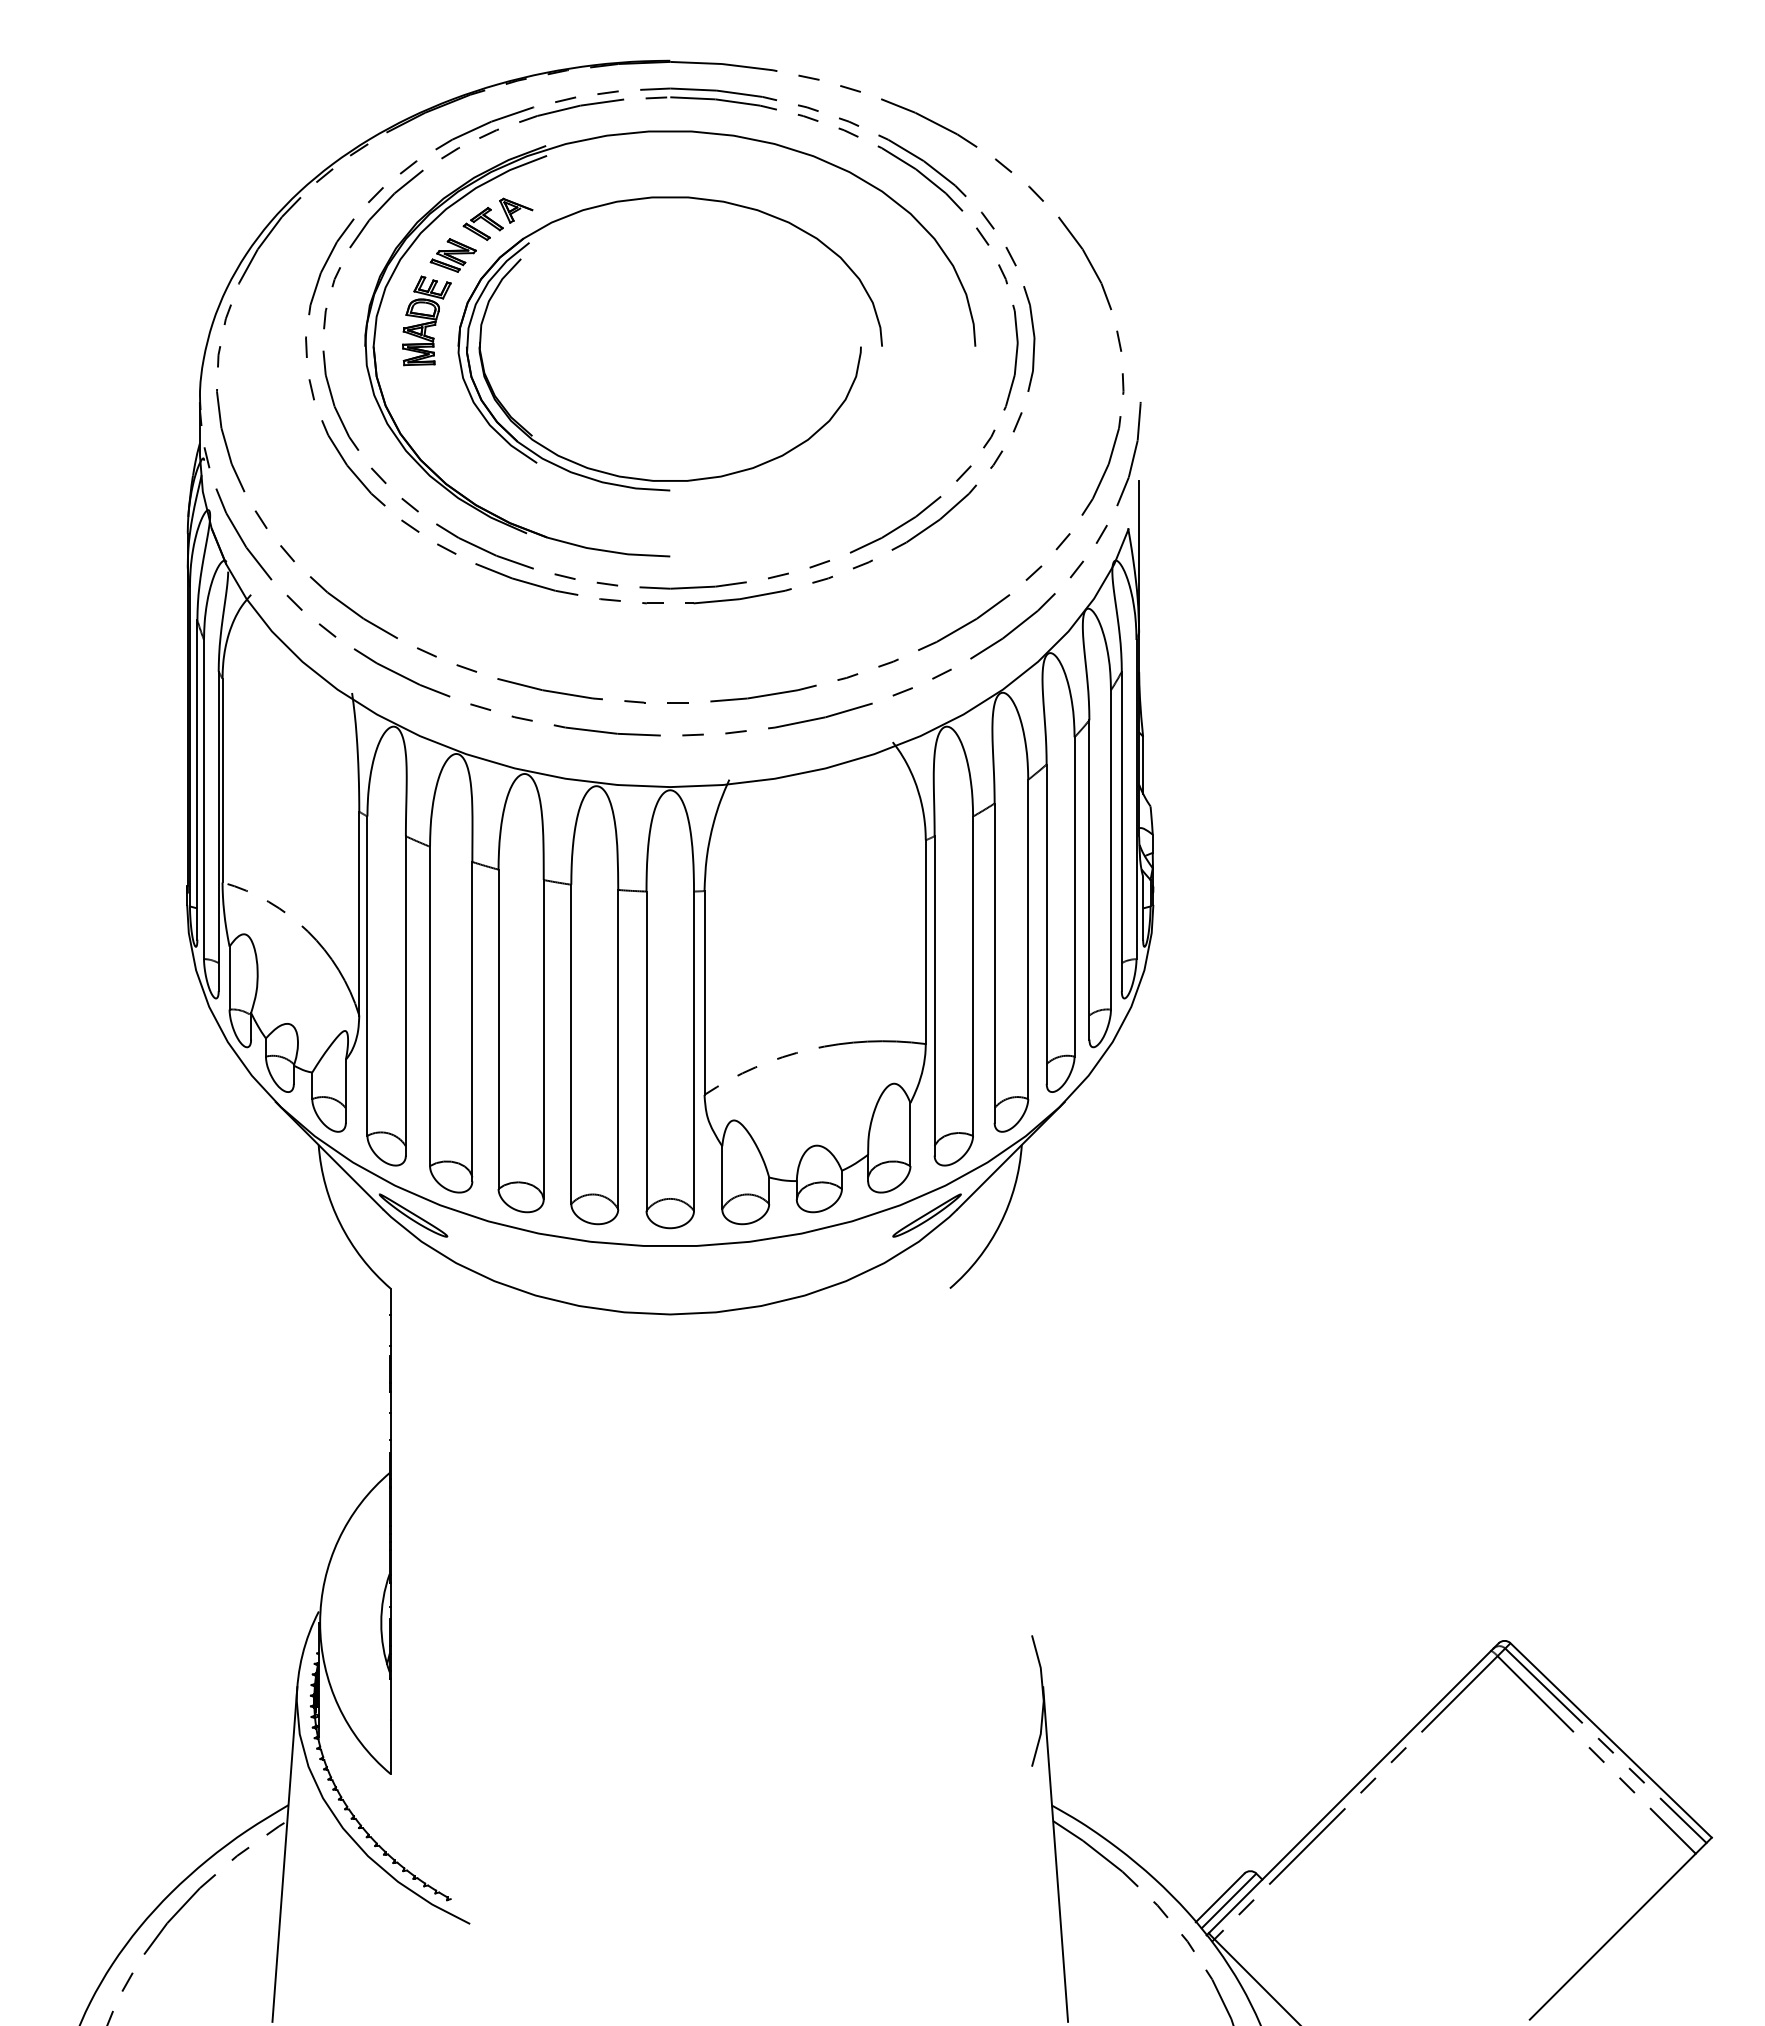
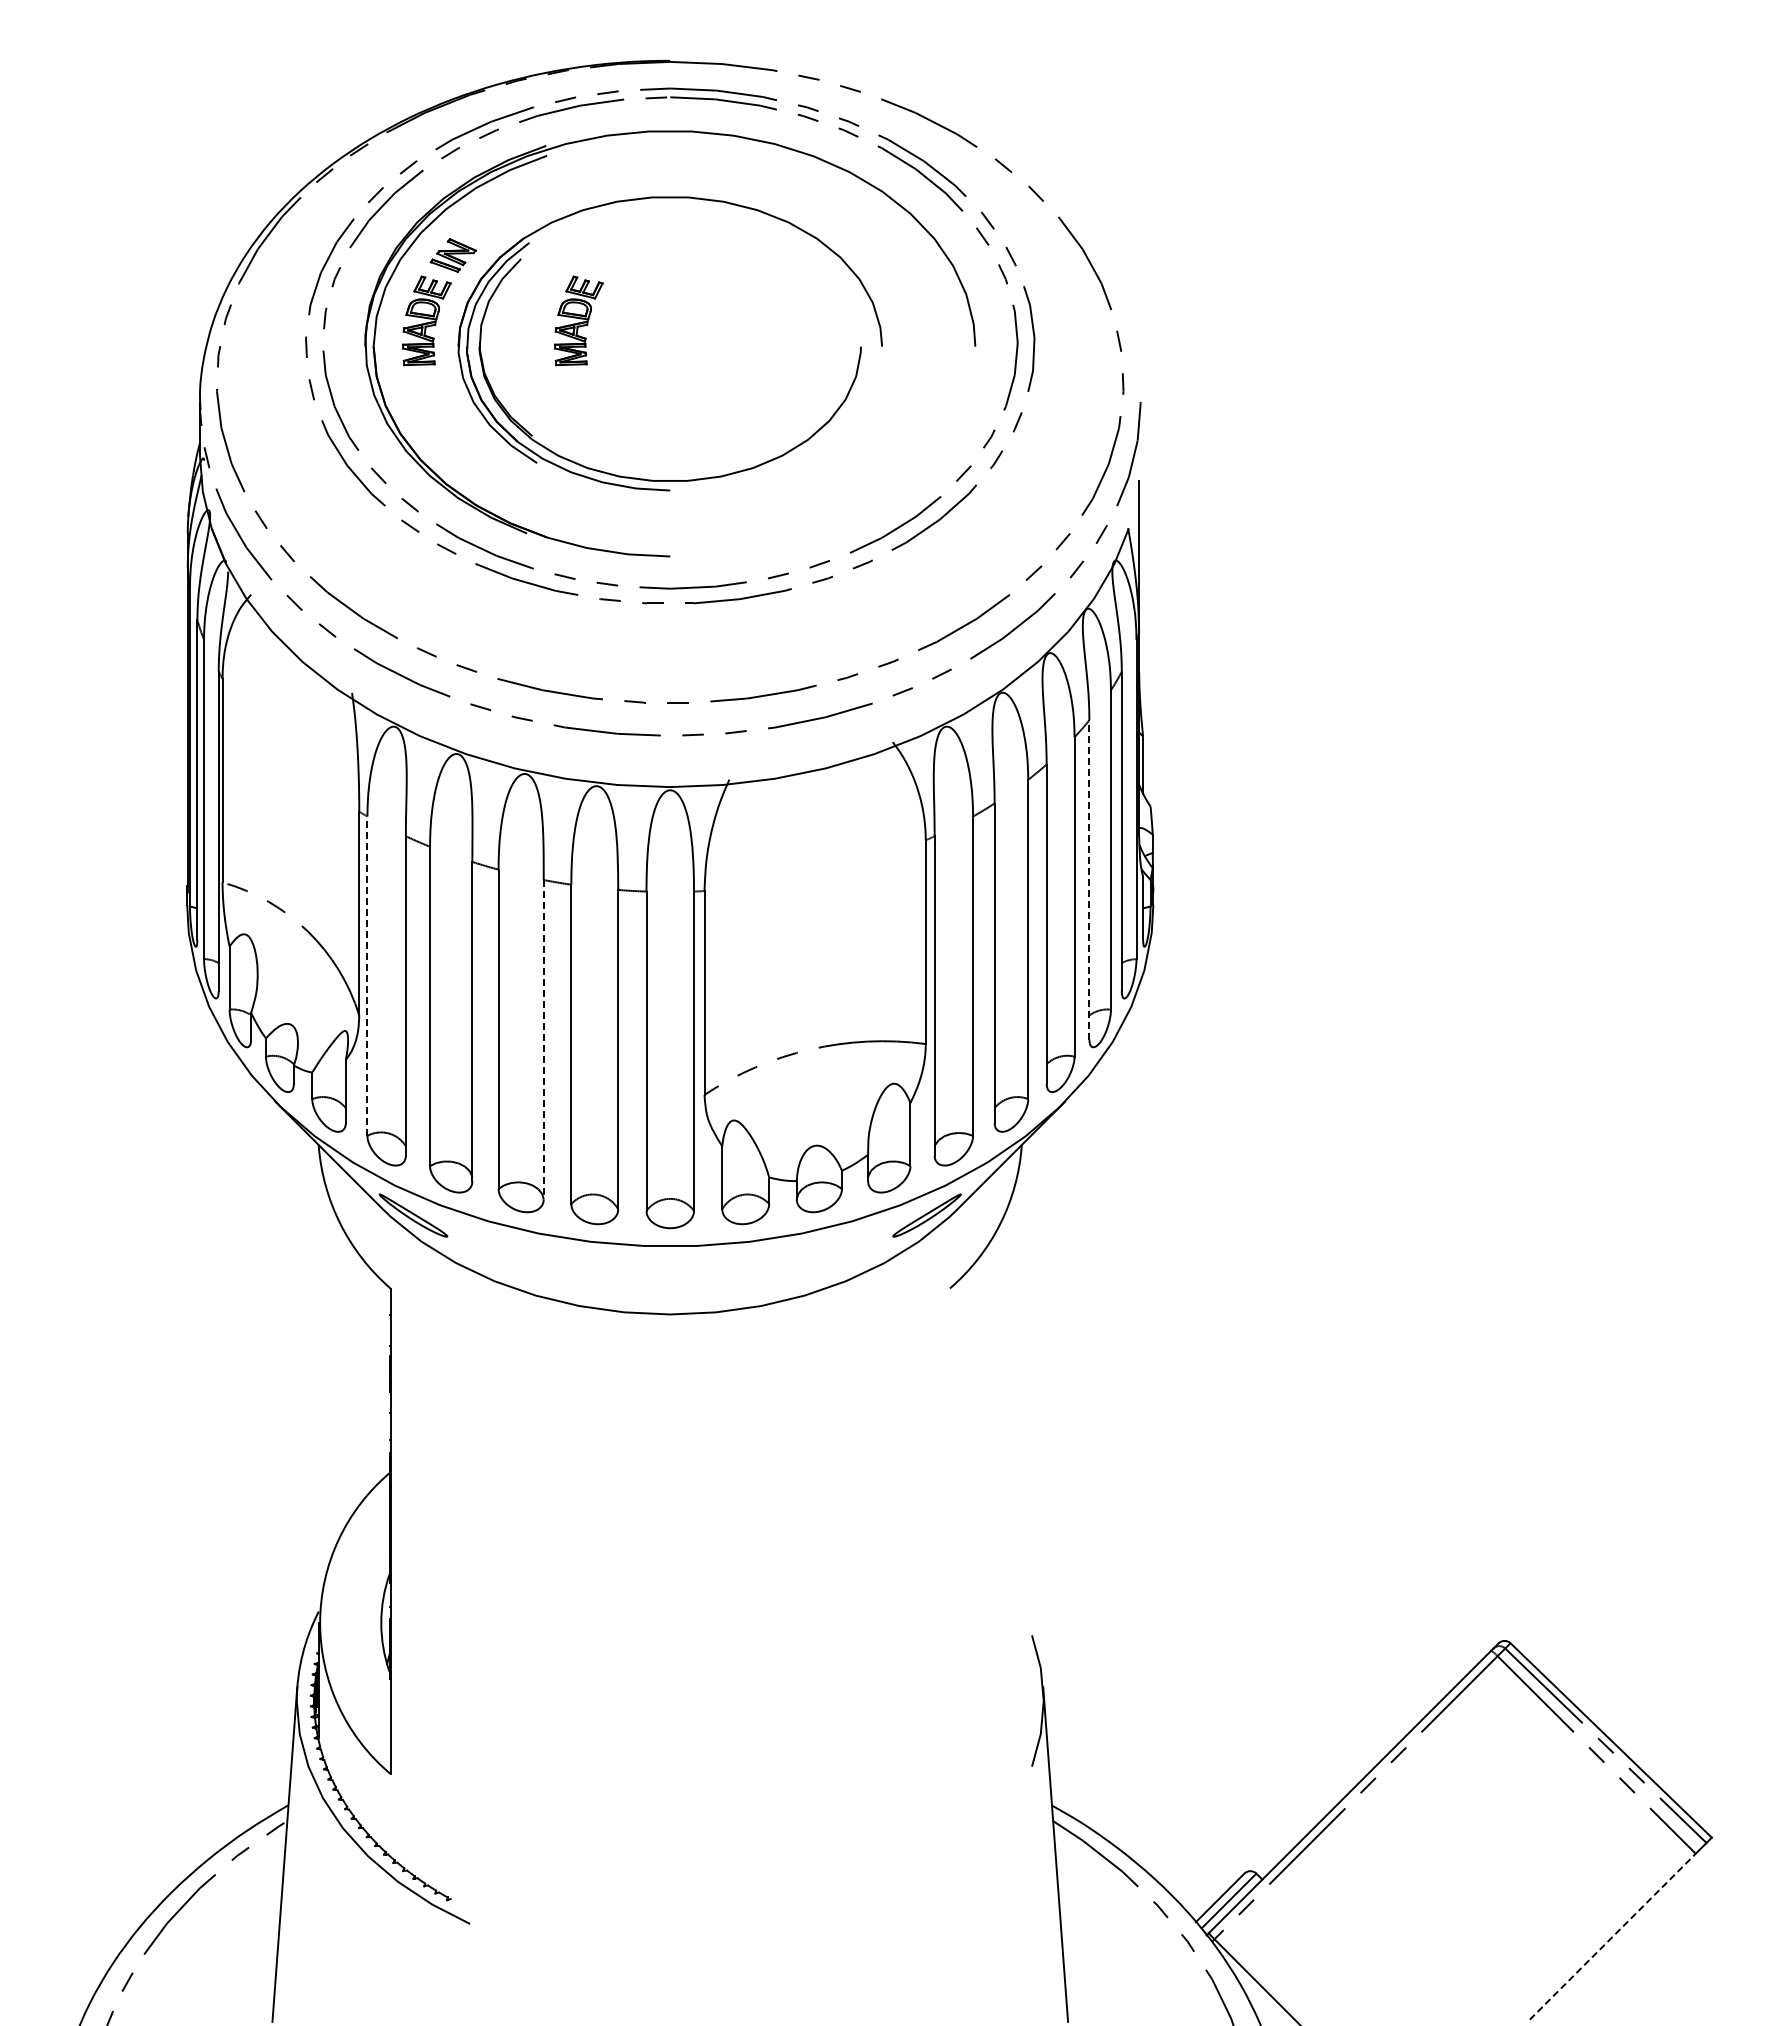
part at (497, 218): present -> none
part at (578, 320): none -> present
line at (1089, 879): solid -> dashed
line at (367, 976): solid -> dashed
line at (543, 1039): solid -> dashed
line at (1613, 1936): solid -> dashed
